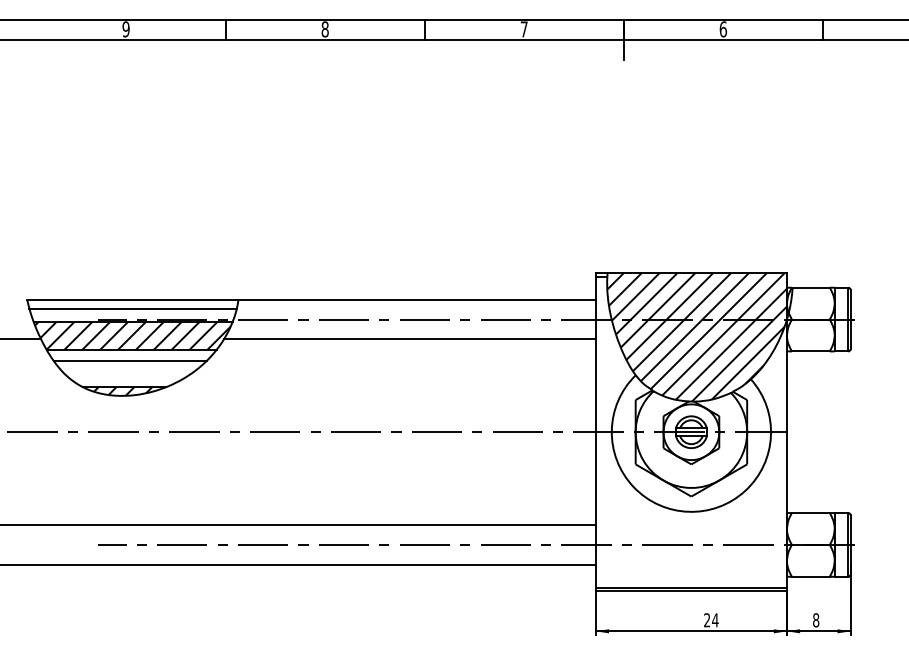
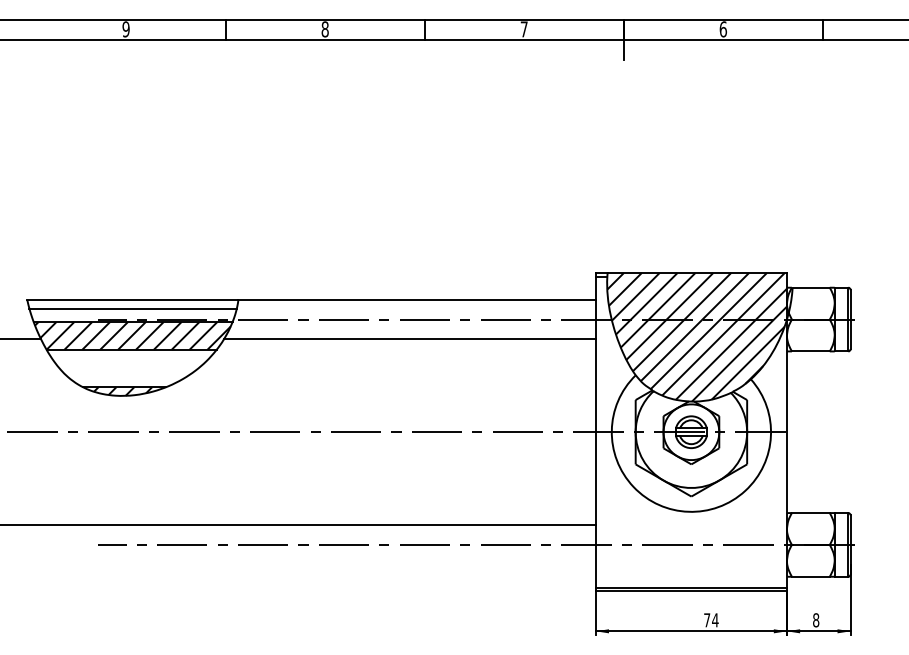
line at (130, 360): present -> none
line at (298, 564): present -> none
text at (707, 620): 24 -> 74
